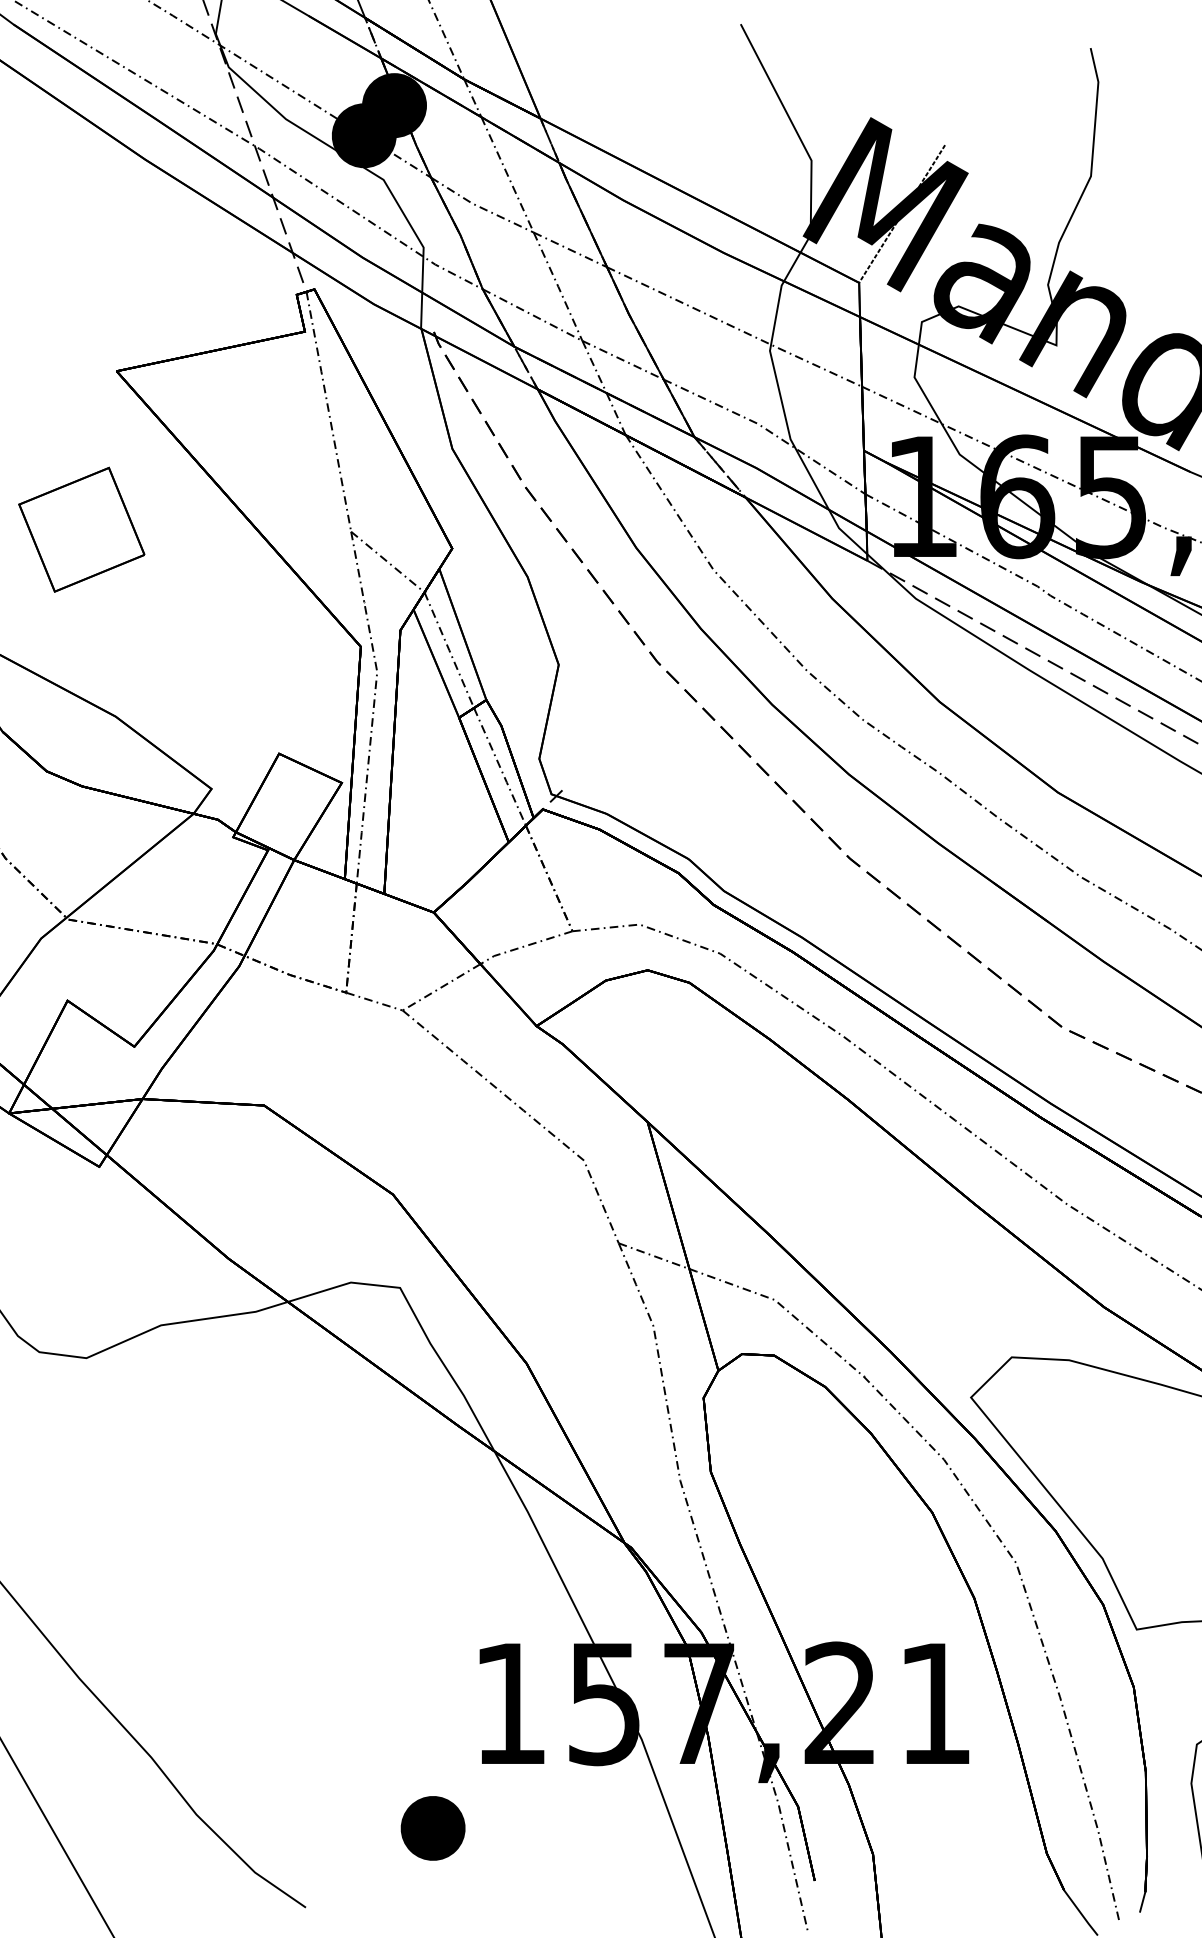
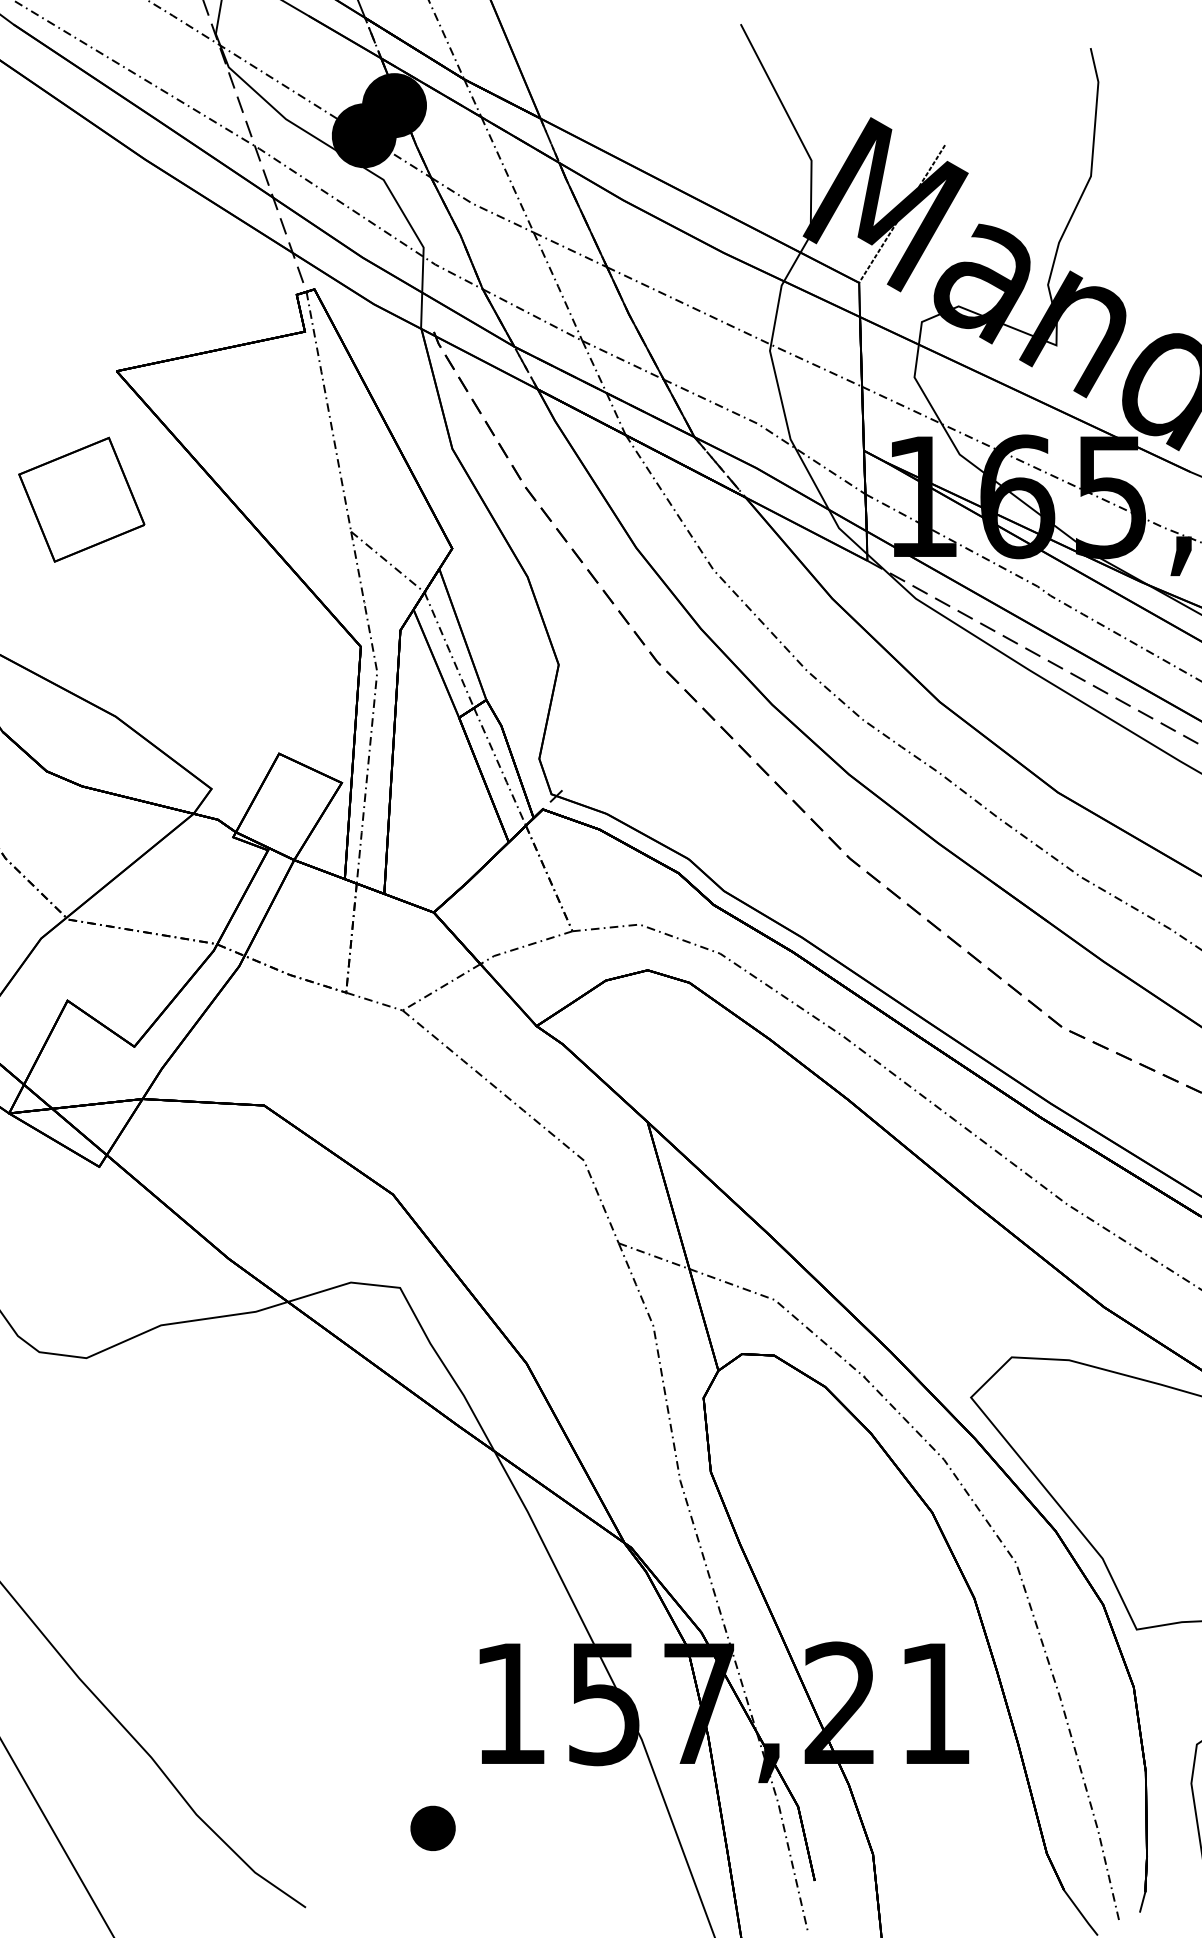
part at (81, 529) position: (81, 529) -> (81, 499)
part at (432, 1828) size: 66x65 px -> 46x46 px
